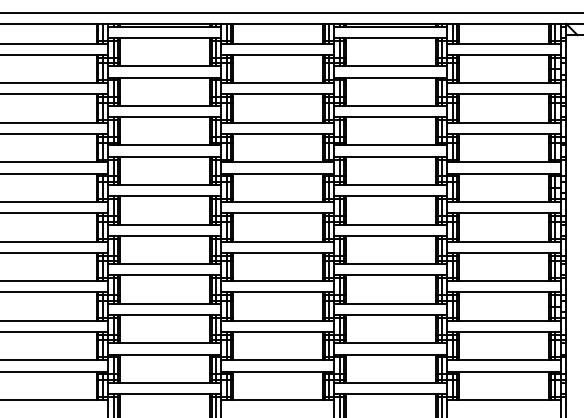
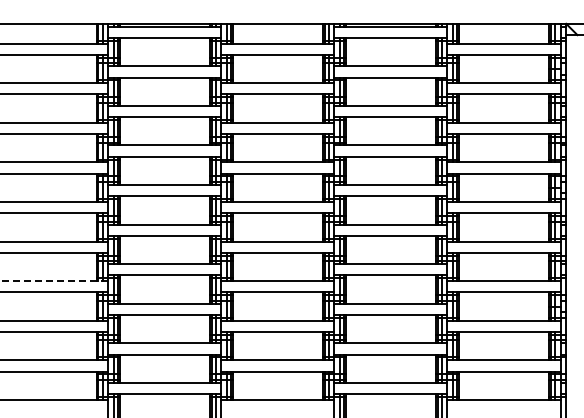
line at (291, 12): present -> none
line at (53, 281): solid -> dashed
